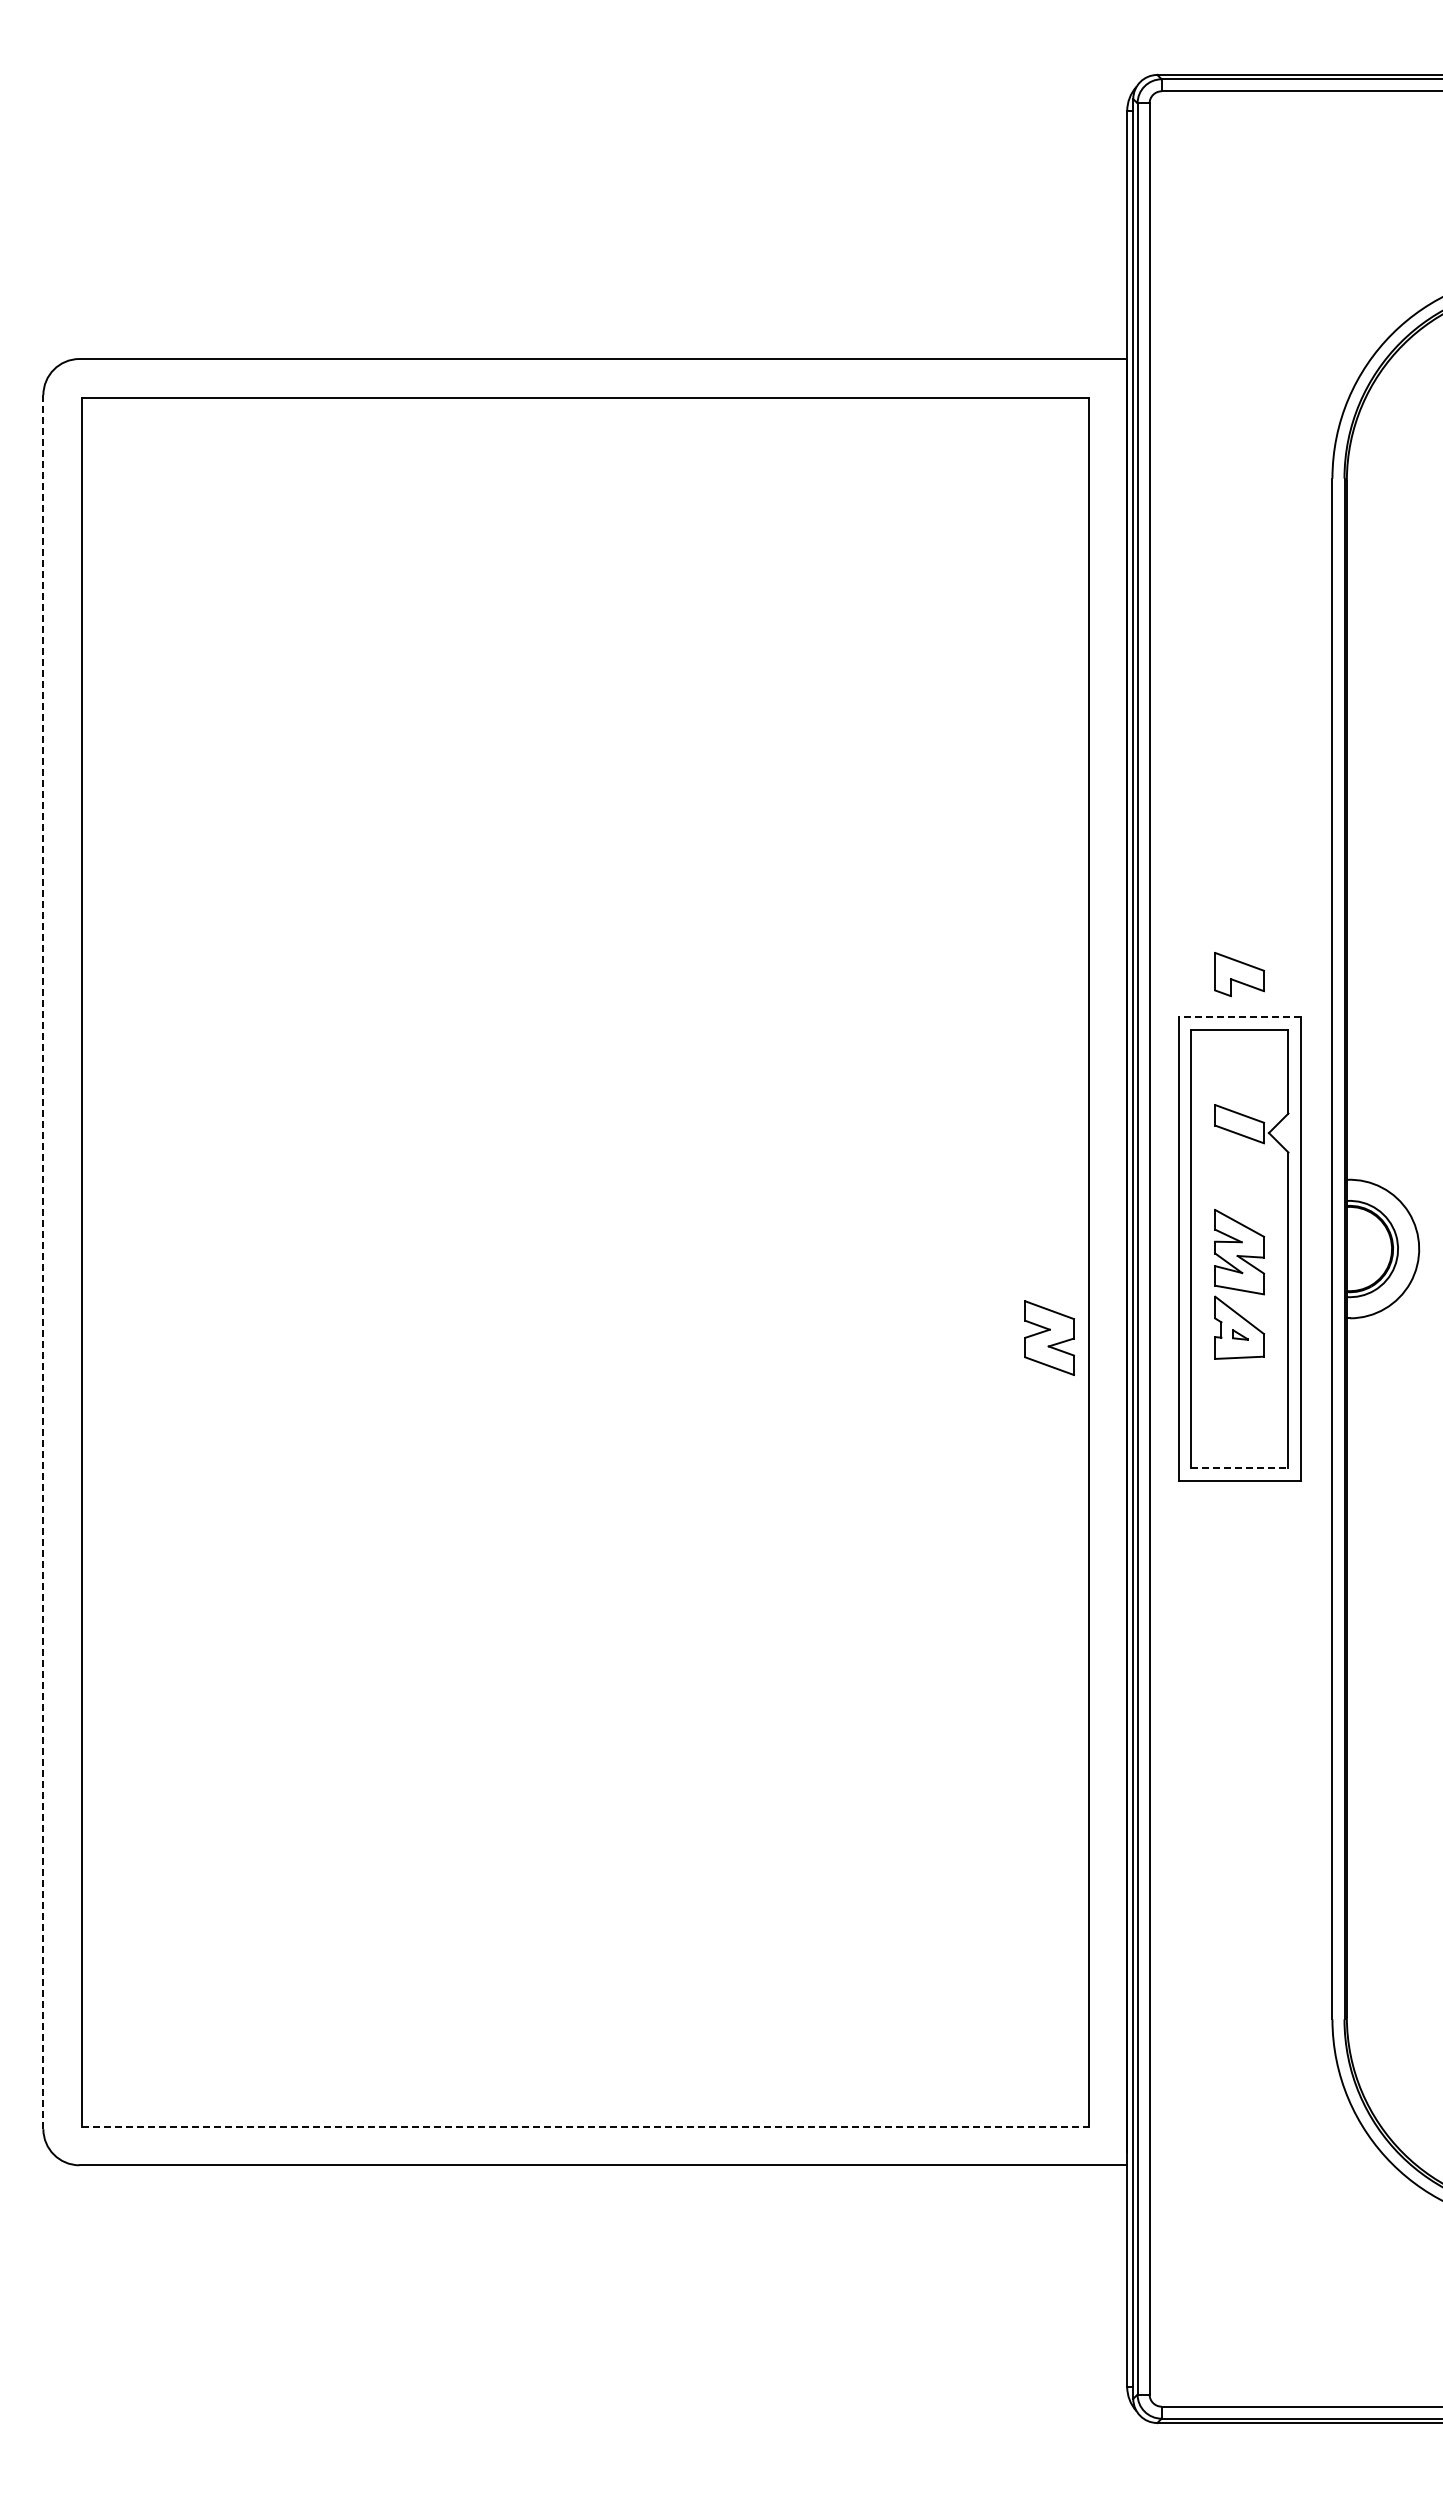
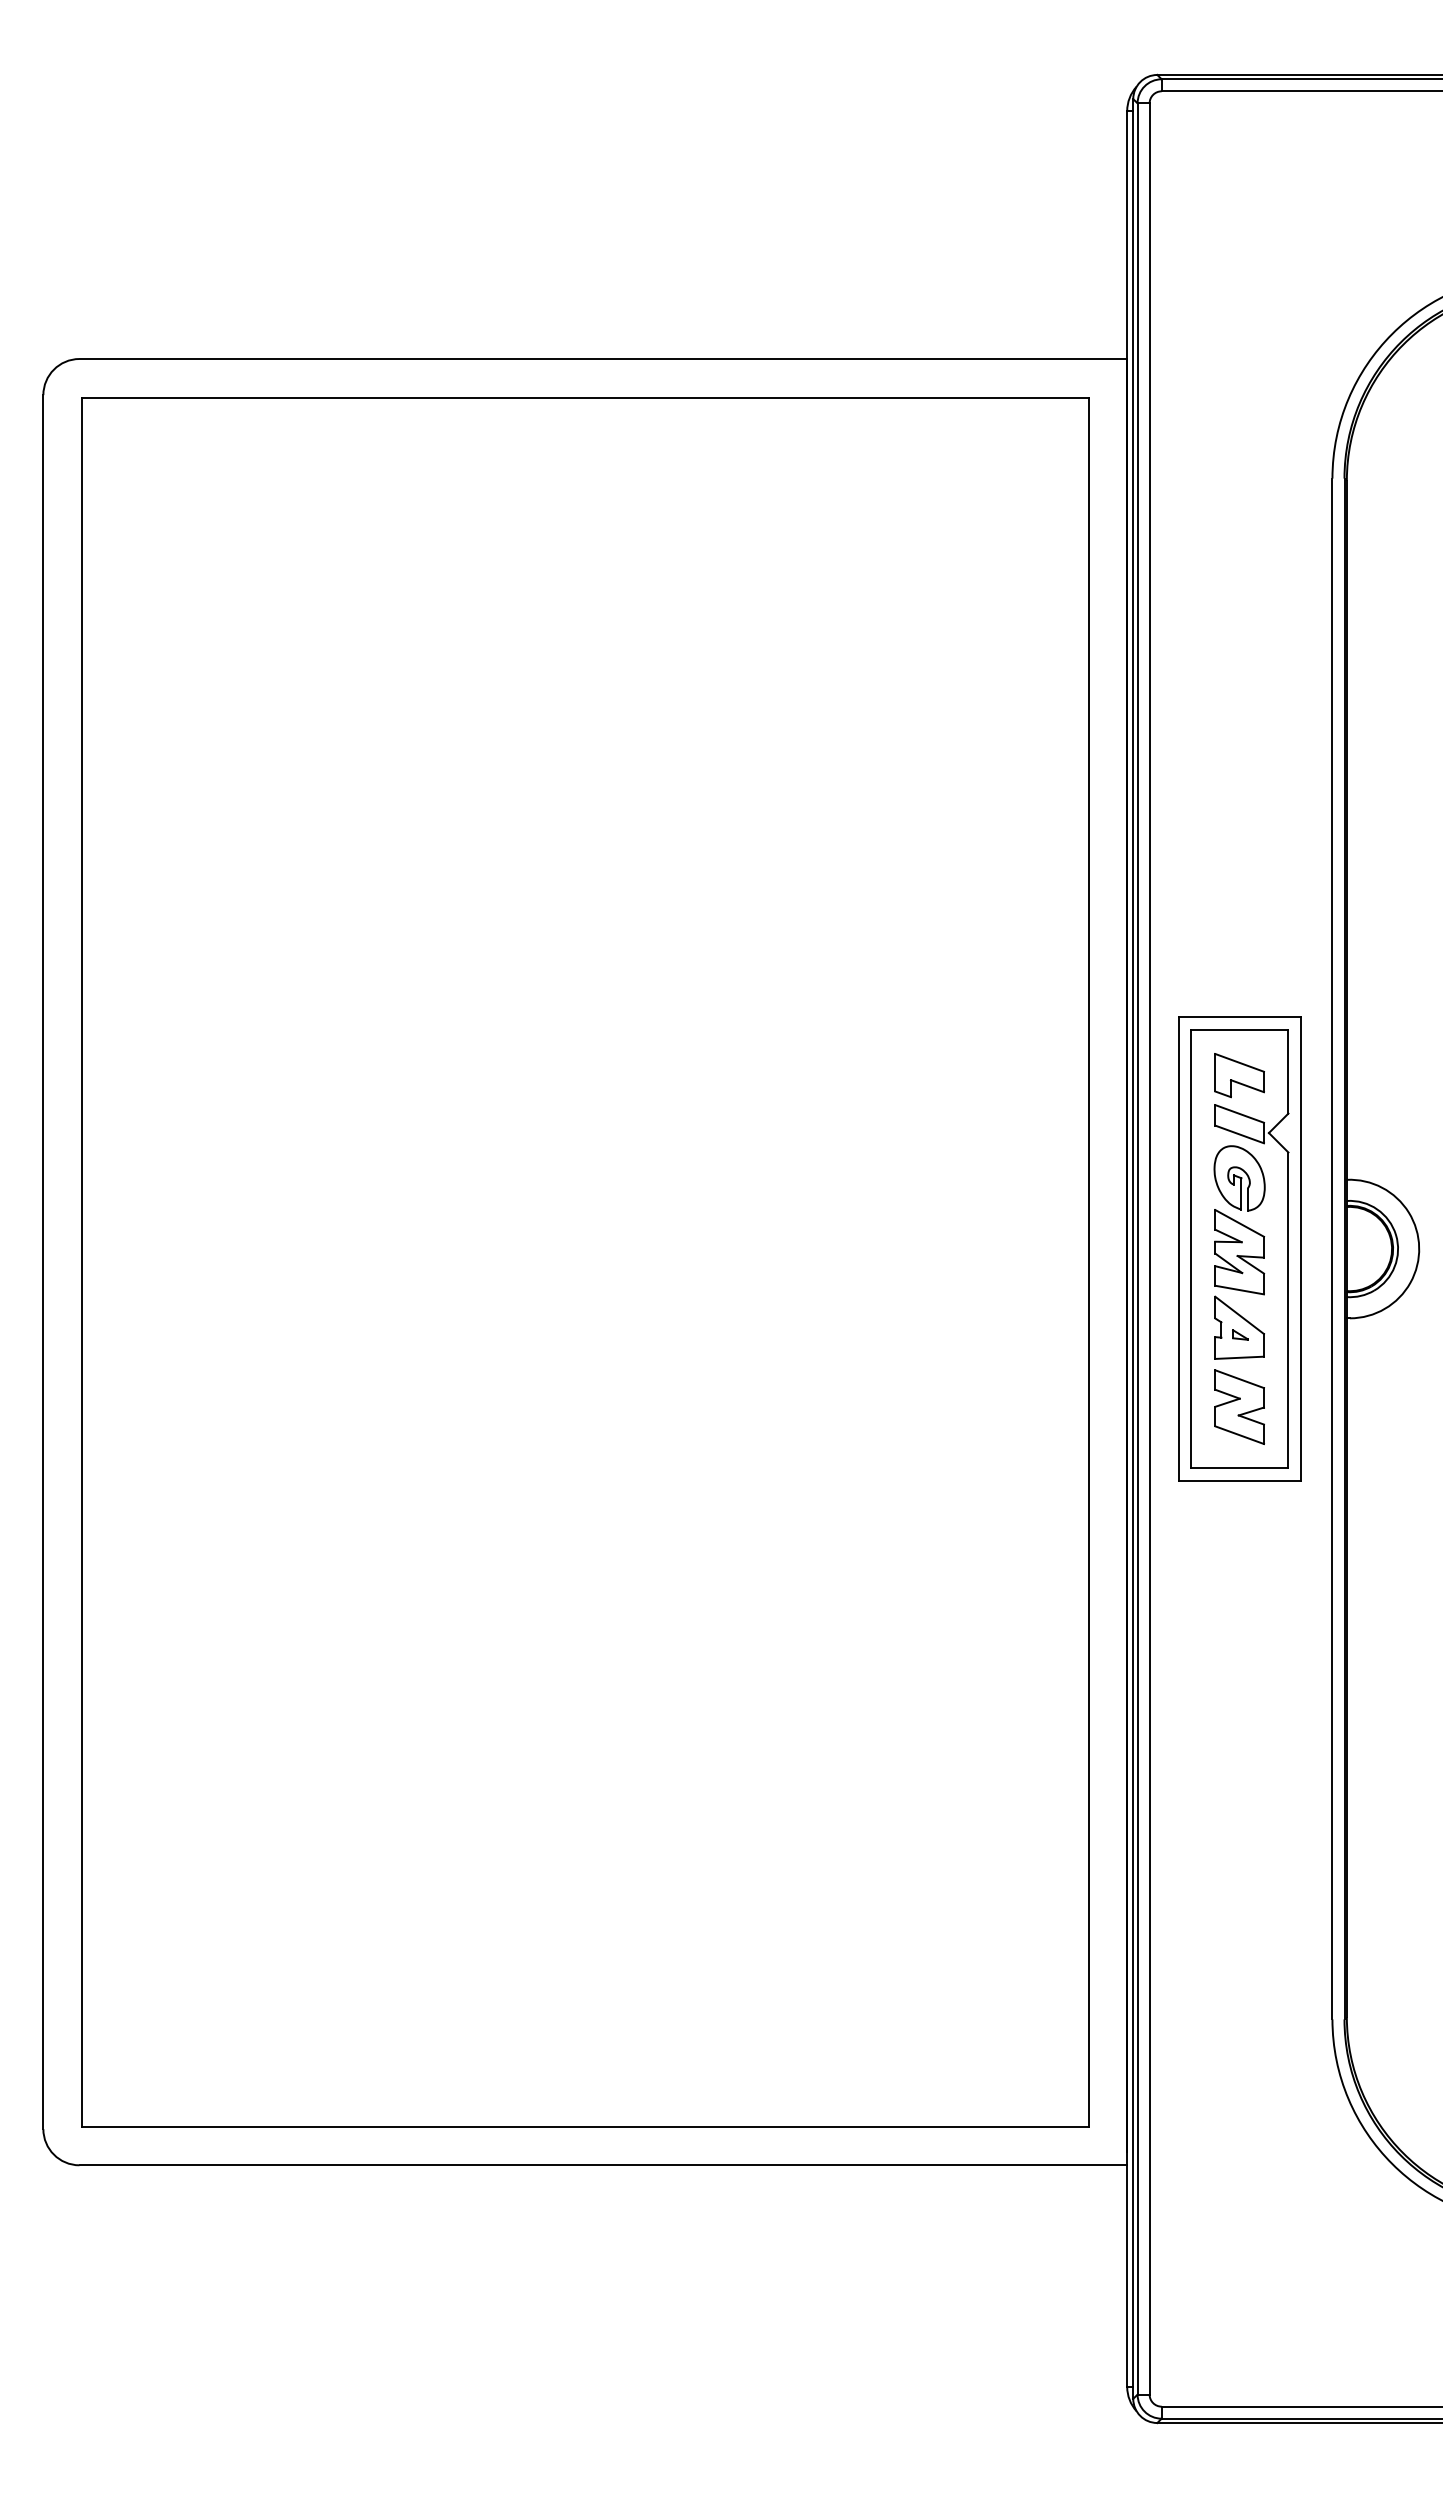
part at (1239, 974) position: (1239, 974) -> (1239, 1075)
line at (1239, 1017): dashed -> solid
part at (1239, 1178): none -> present
line at (43, 1261): dashed -> solid
part at (1049, 1337) position: (1049, 1337) -> (1239, 1406)
line at (1239, 1468): dashed -> solid
line at (585, 2126): dashed -> solid
